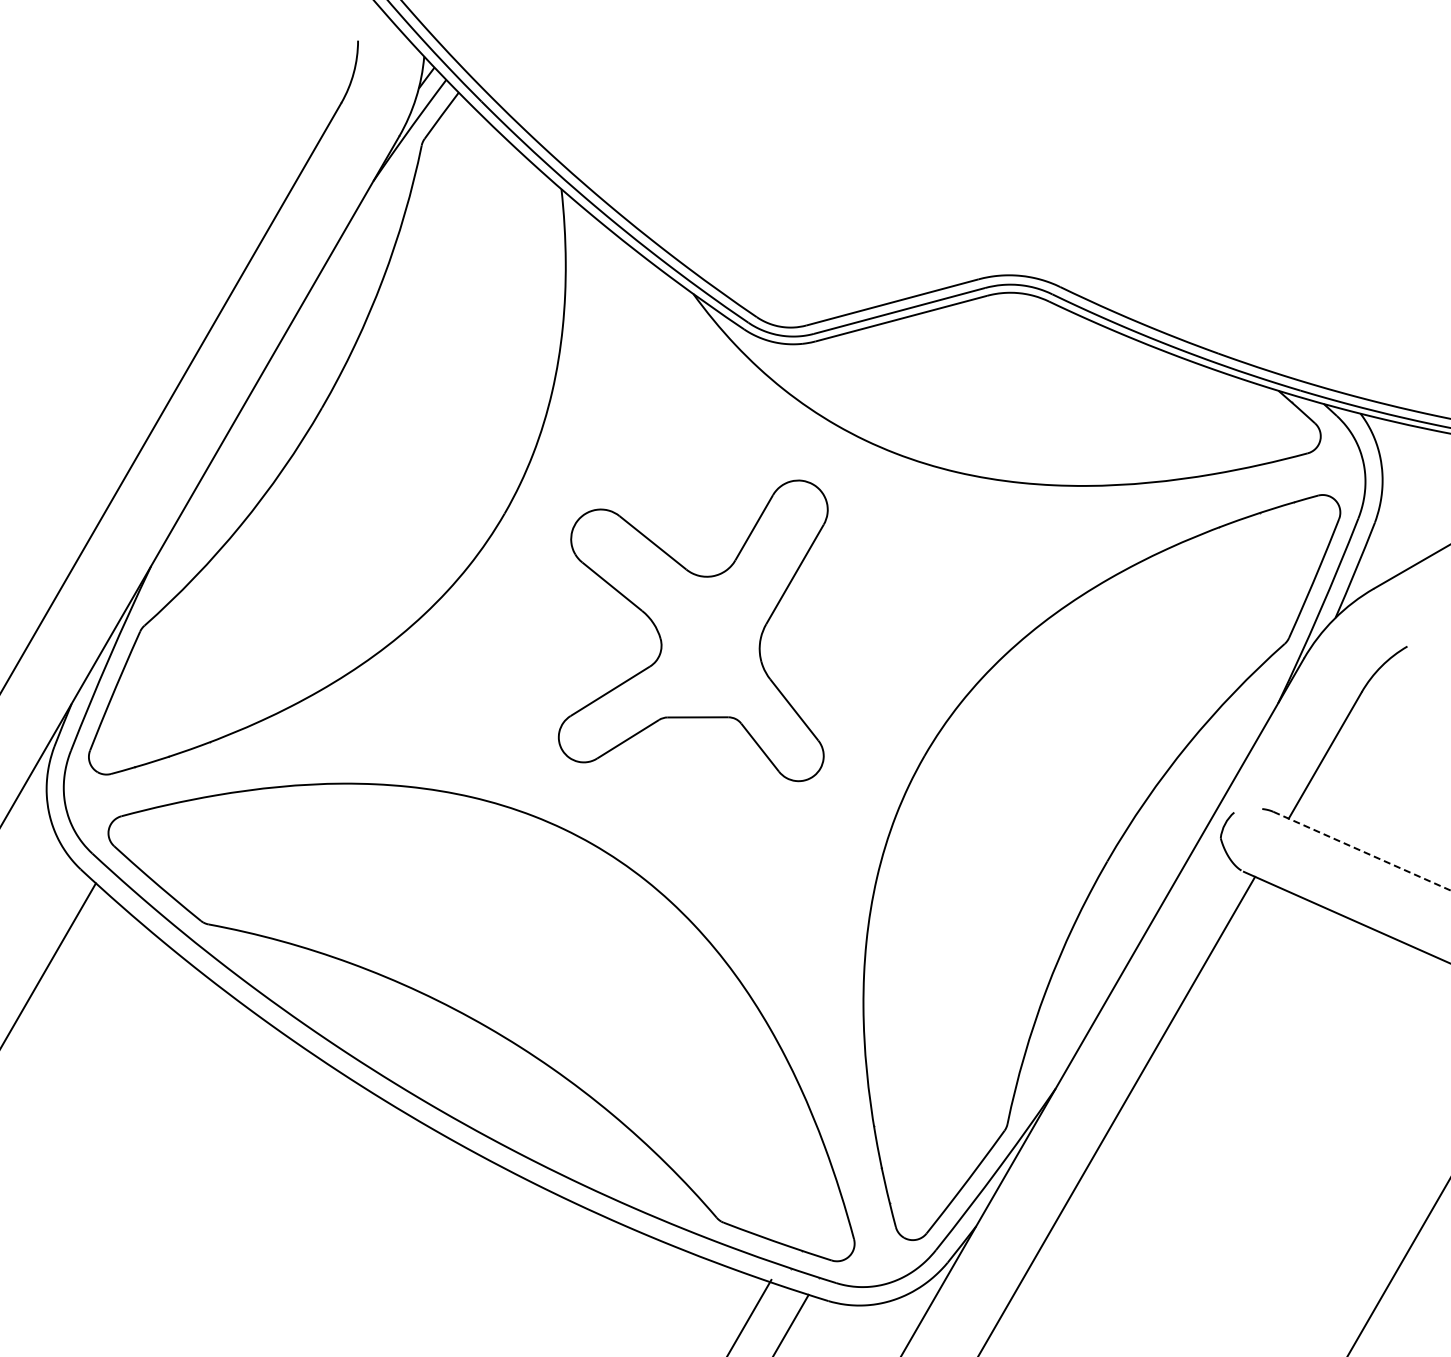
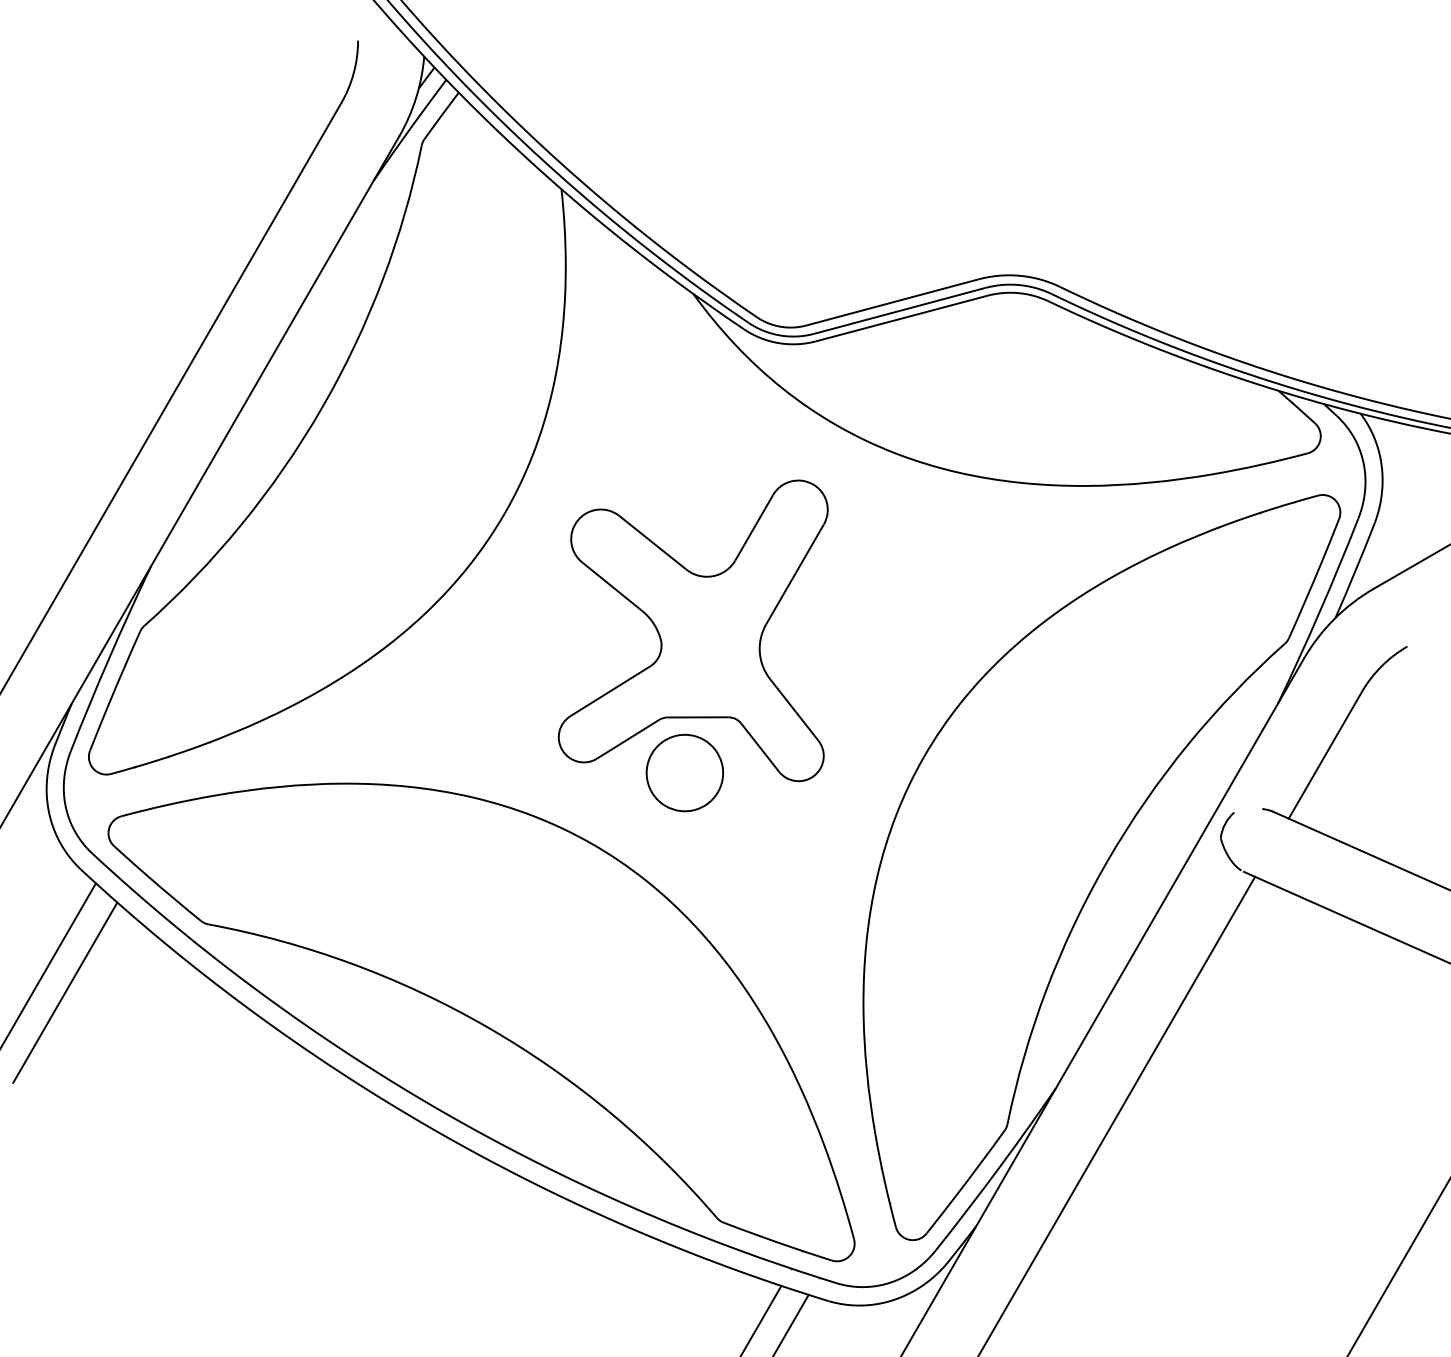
part at (684, 772): none -> present
line at (1361, 851): dashed -> solid
line at (65, 992): none -> present
line at (749, 1316) position: (749, 1316) -> (761, 1319)
